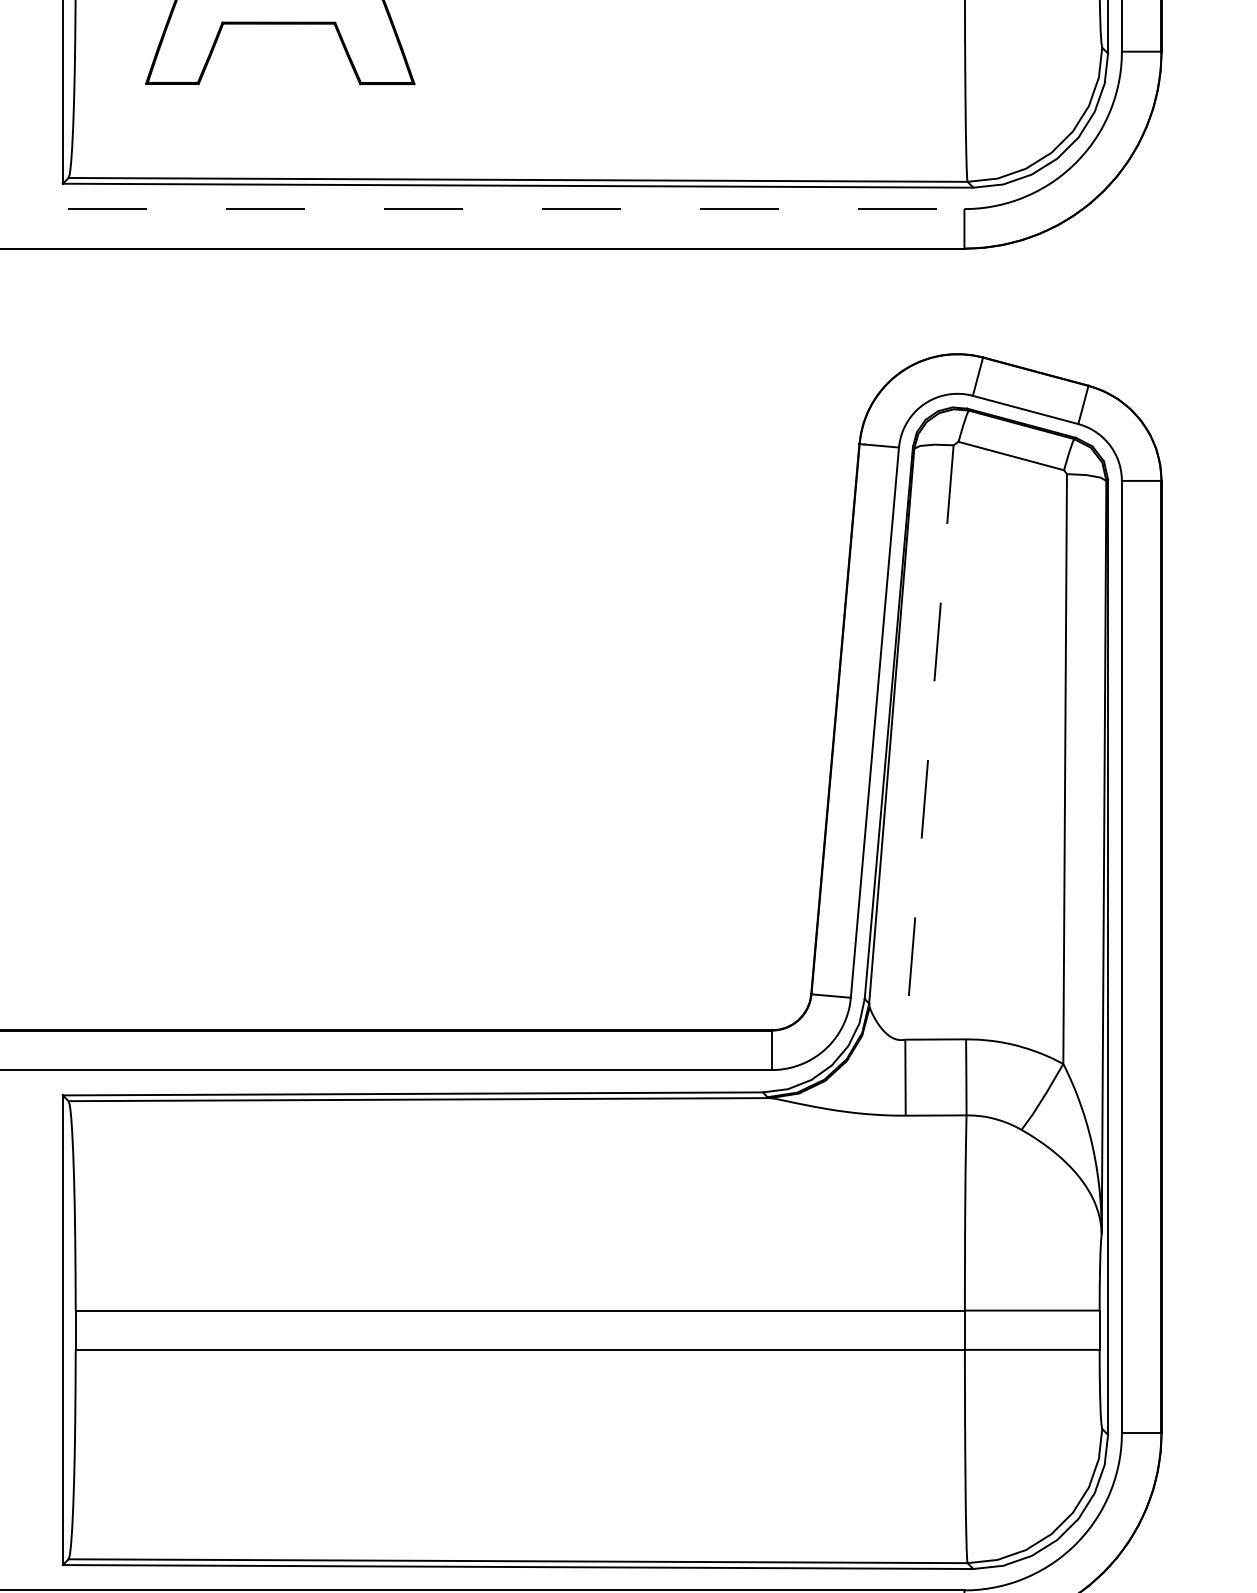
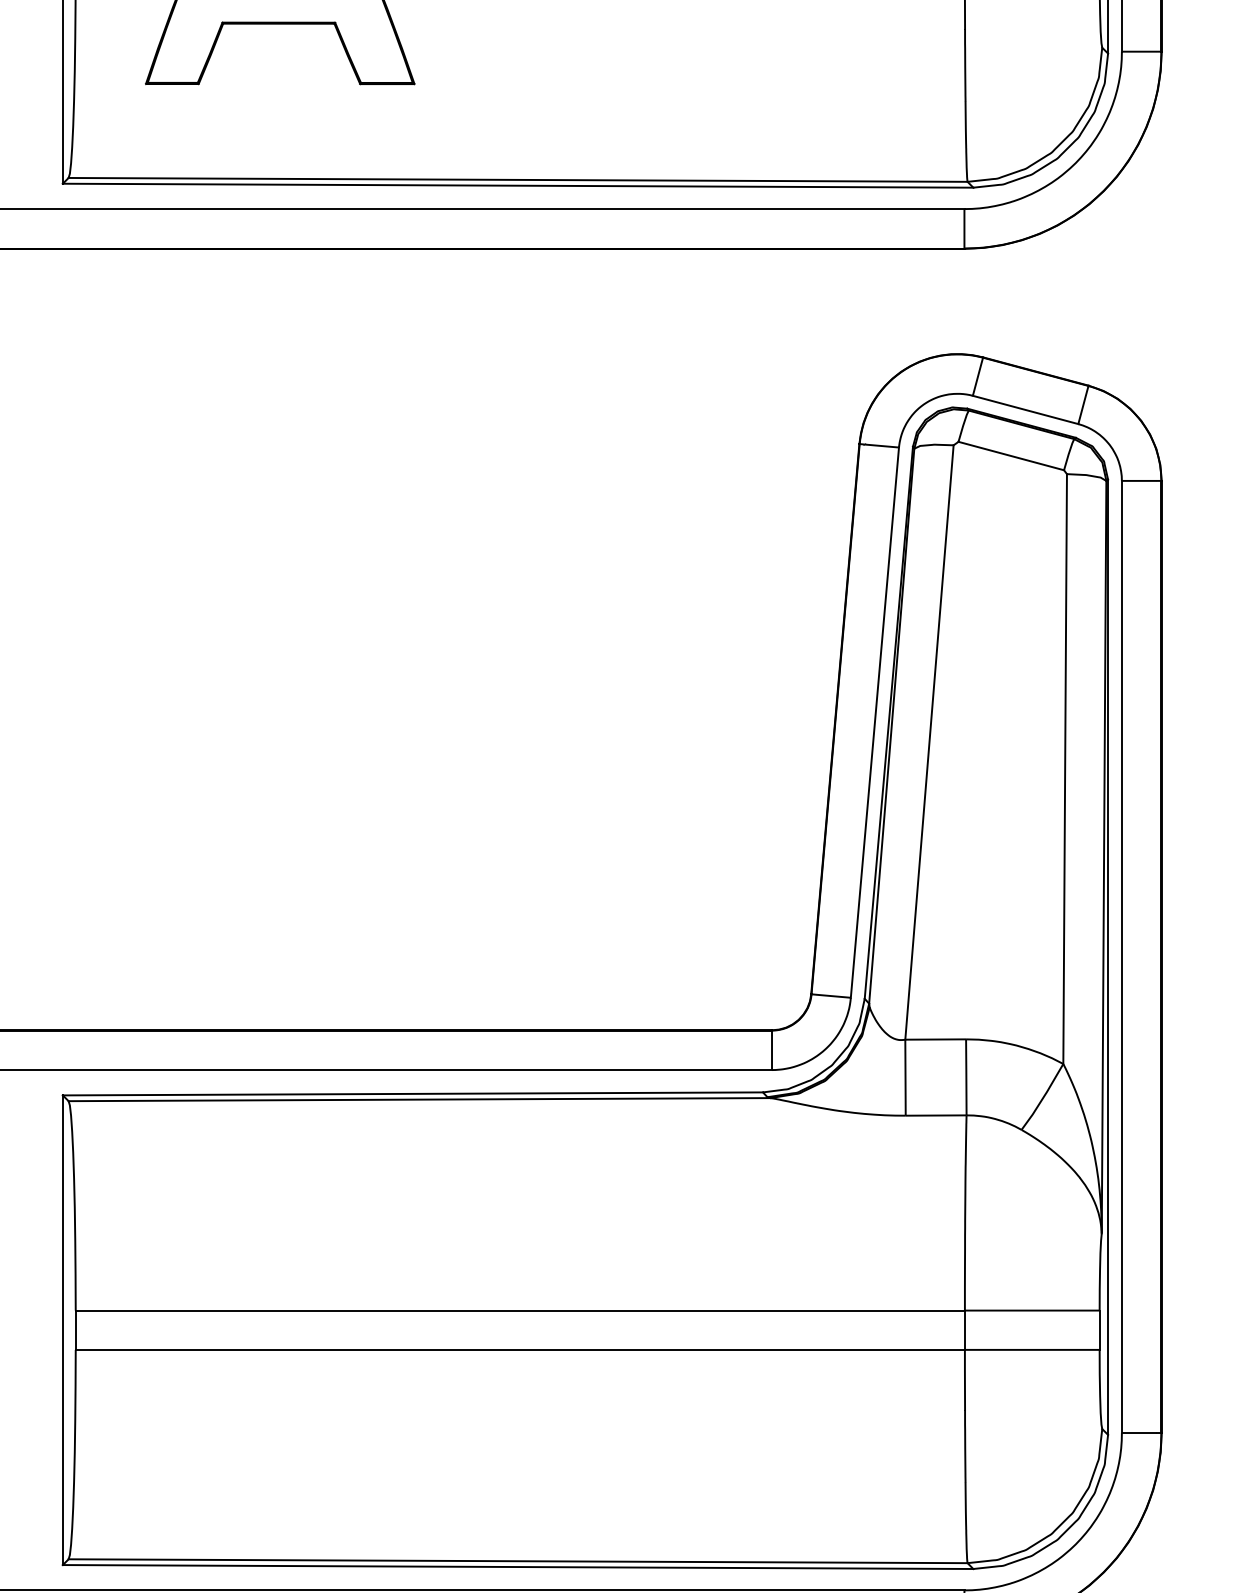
line at (482, 209): dashed -> solid
line at (929, 743): dashed -> solid
